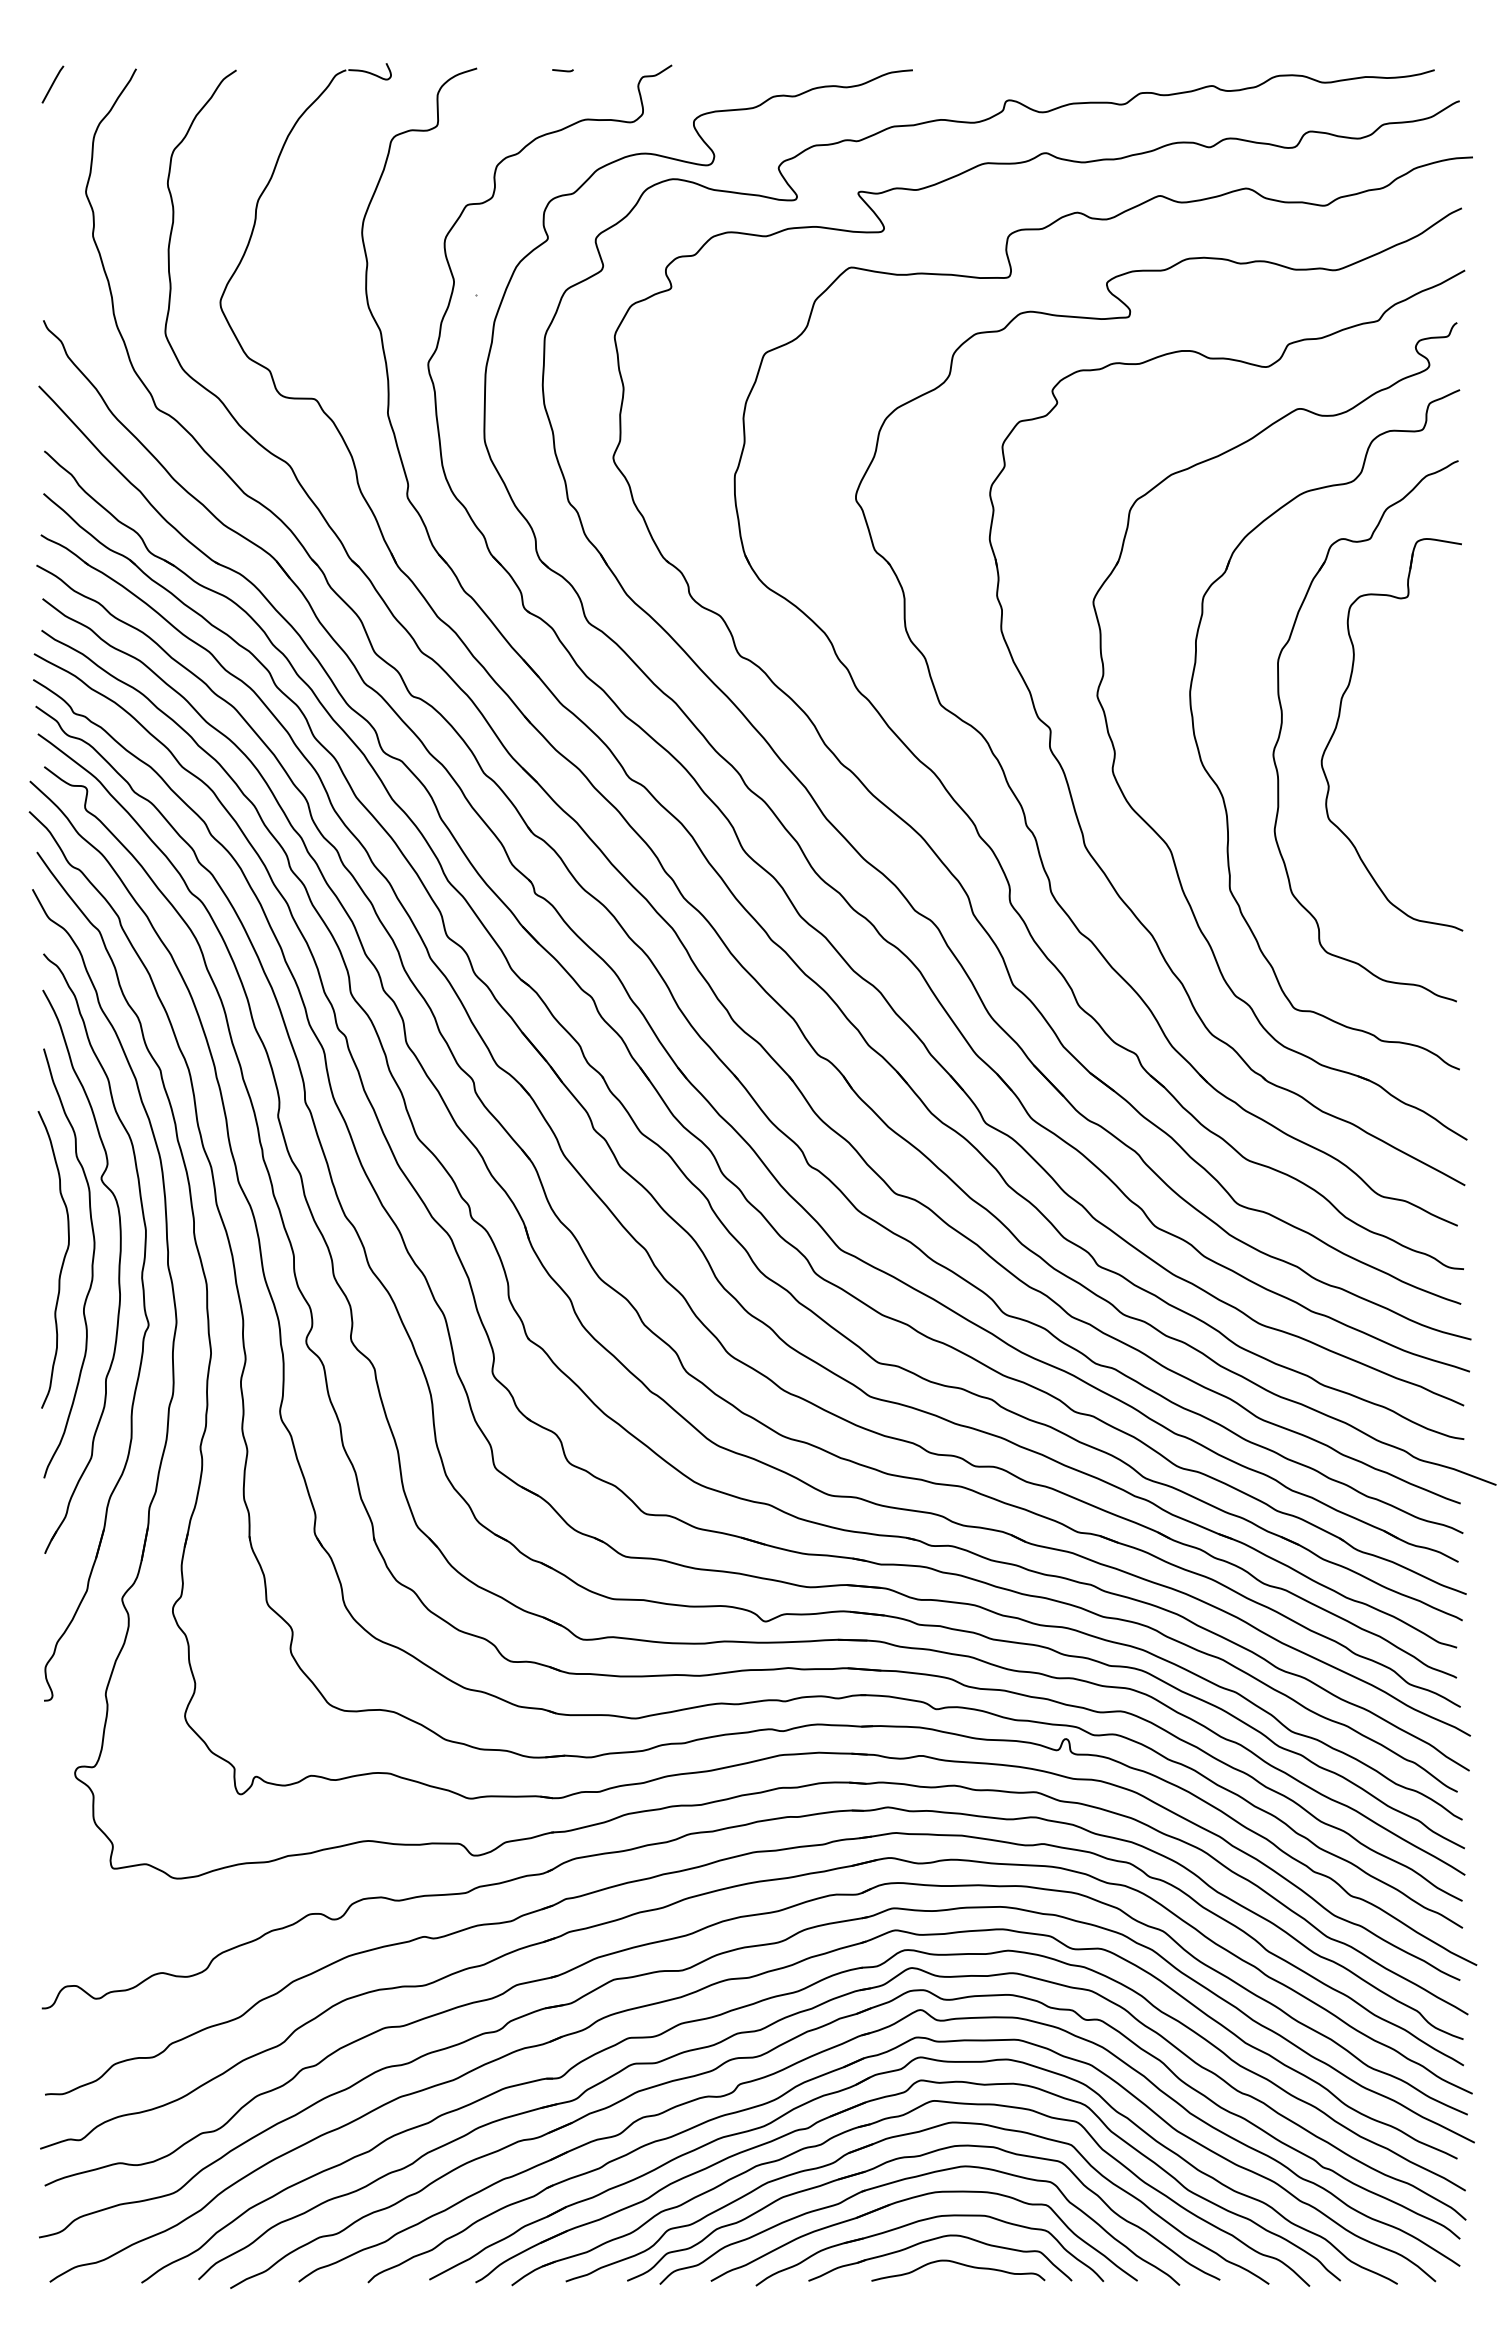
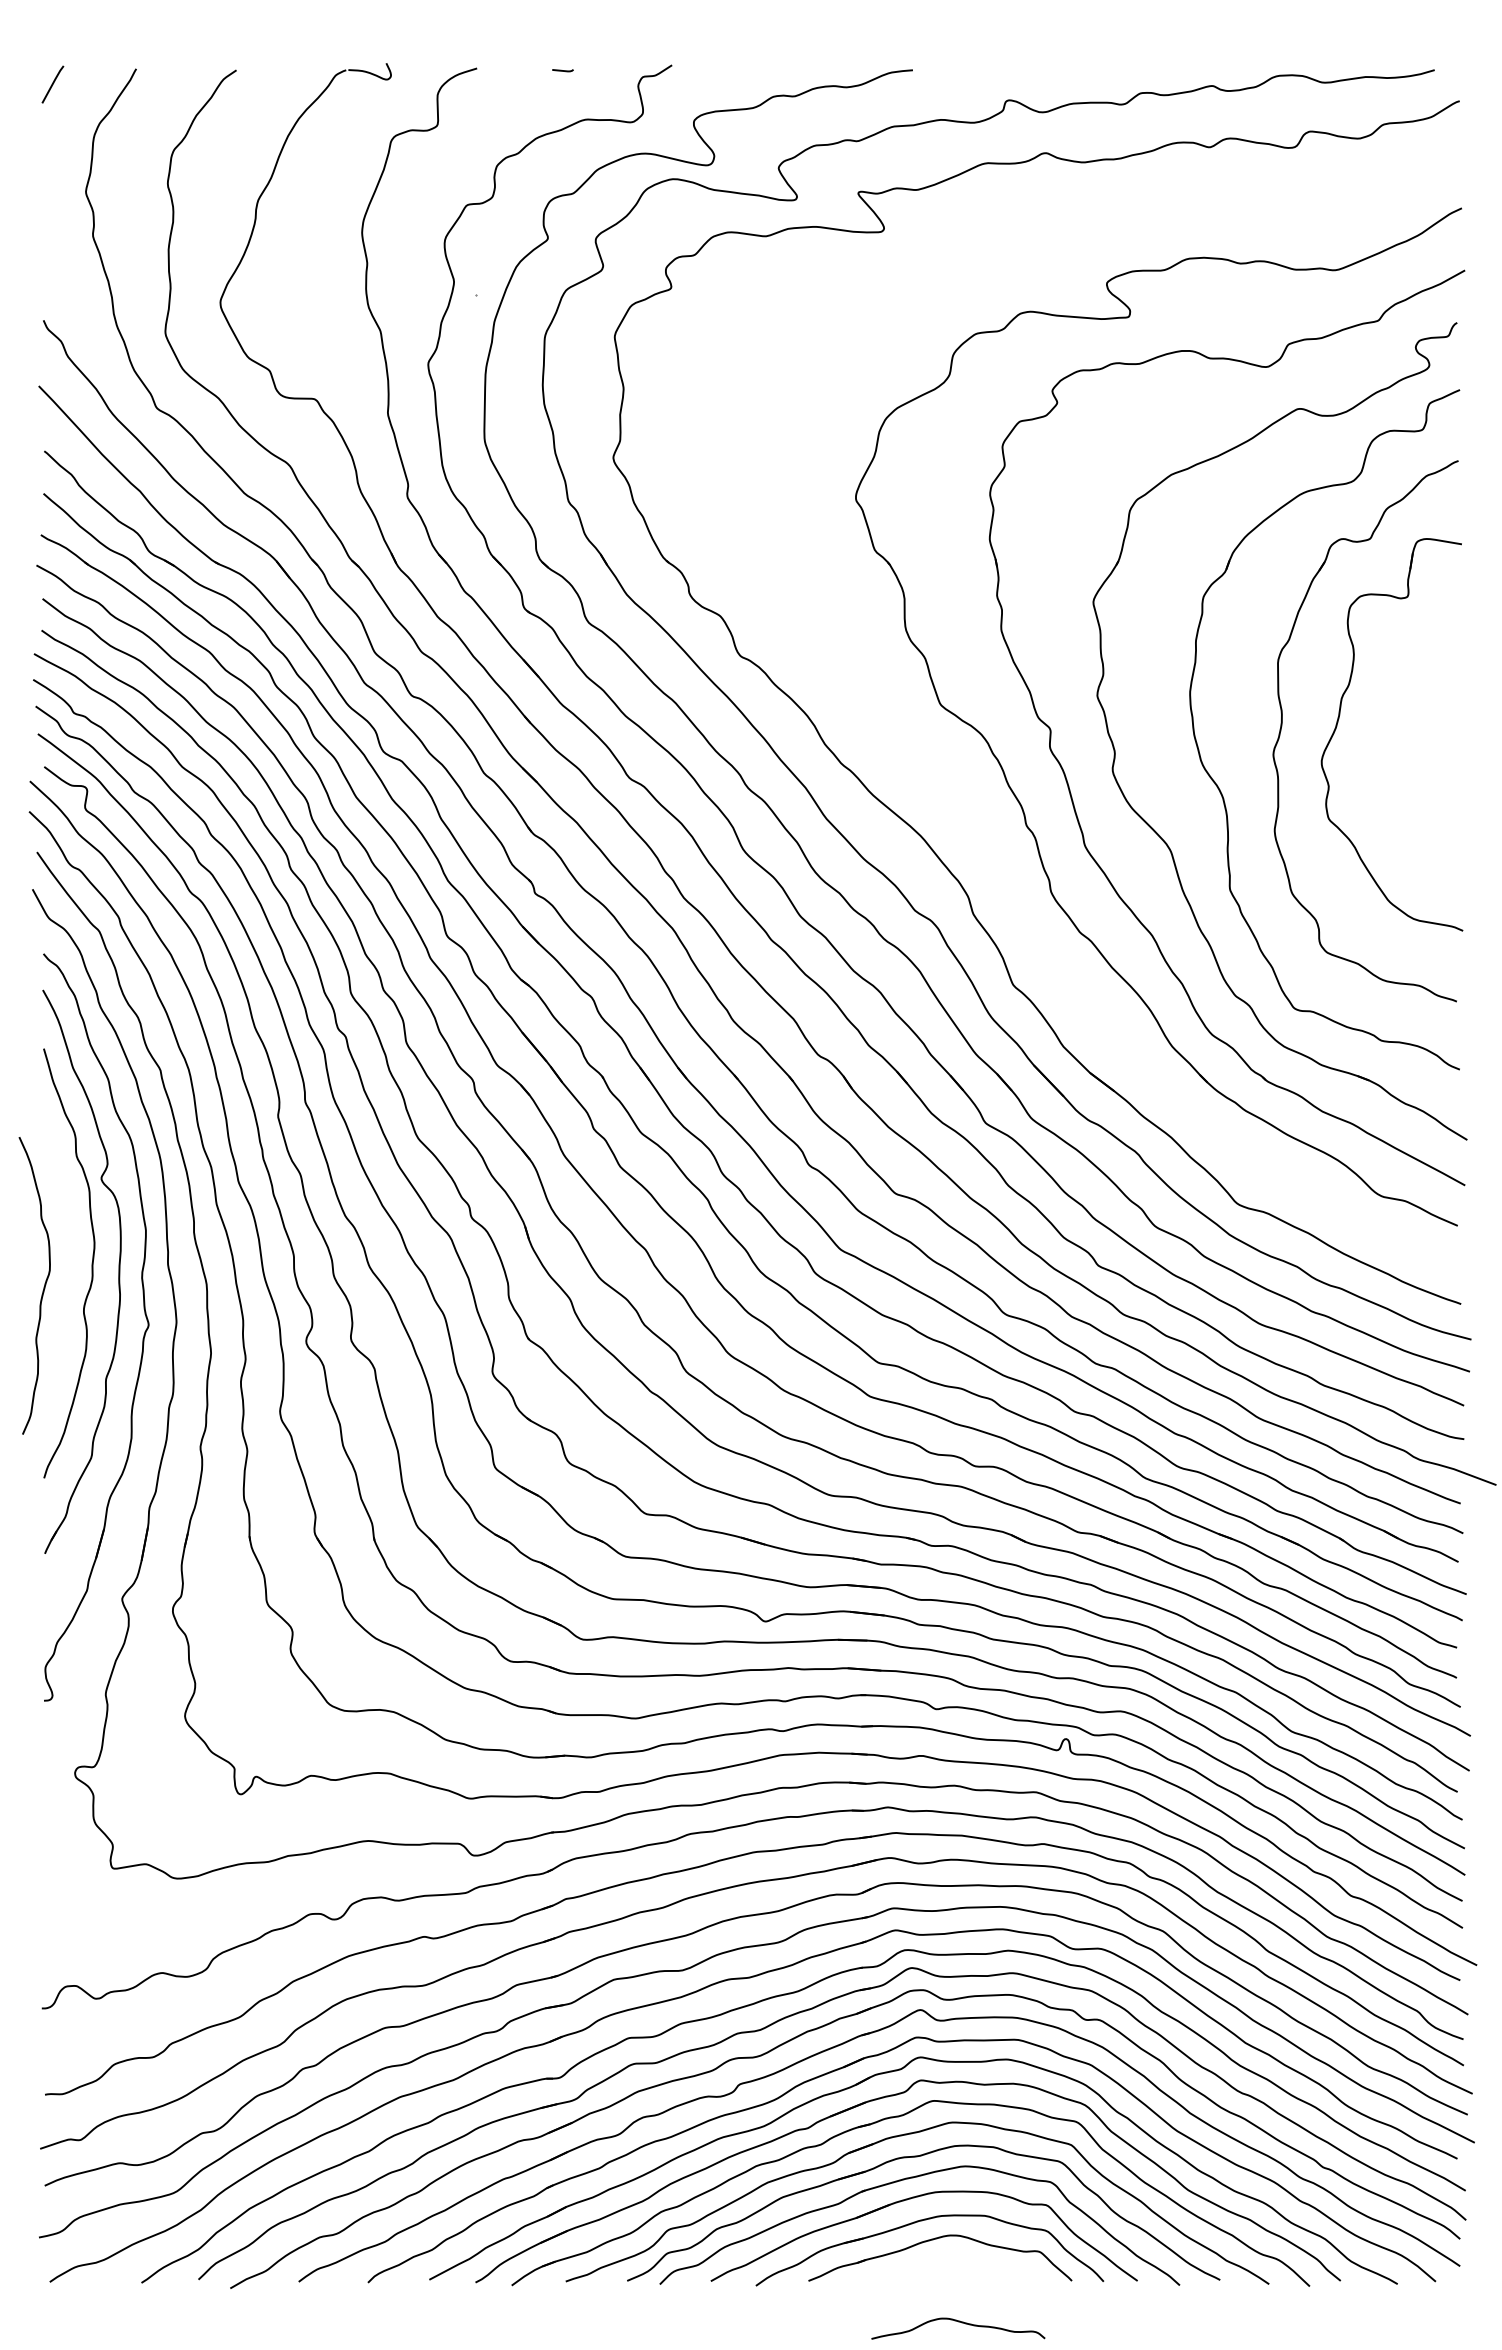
part at (971, 818): present -> none
curve at (62, 1261) position: (62, 1261) -> (43, 1287)
curve at (961, 2265) position: (961, 2265) -> (961, 2323)
